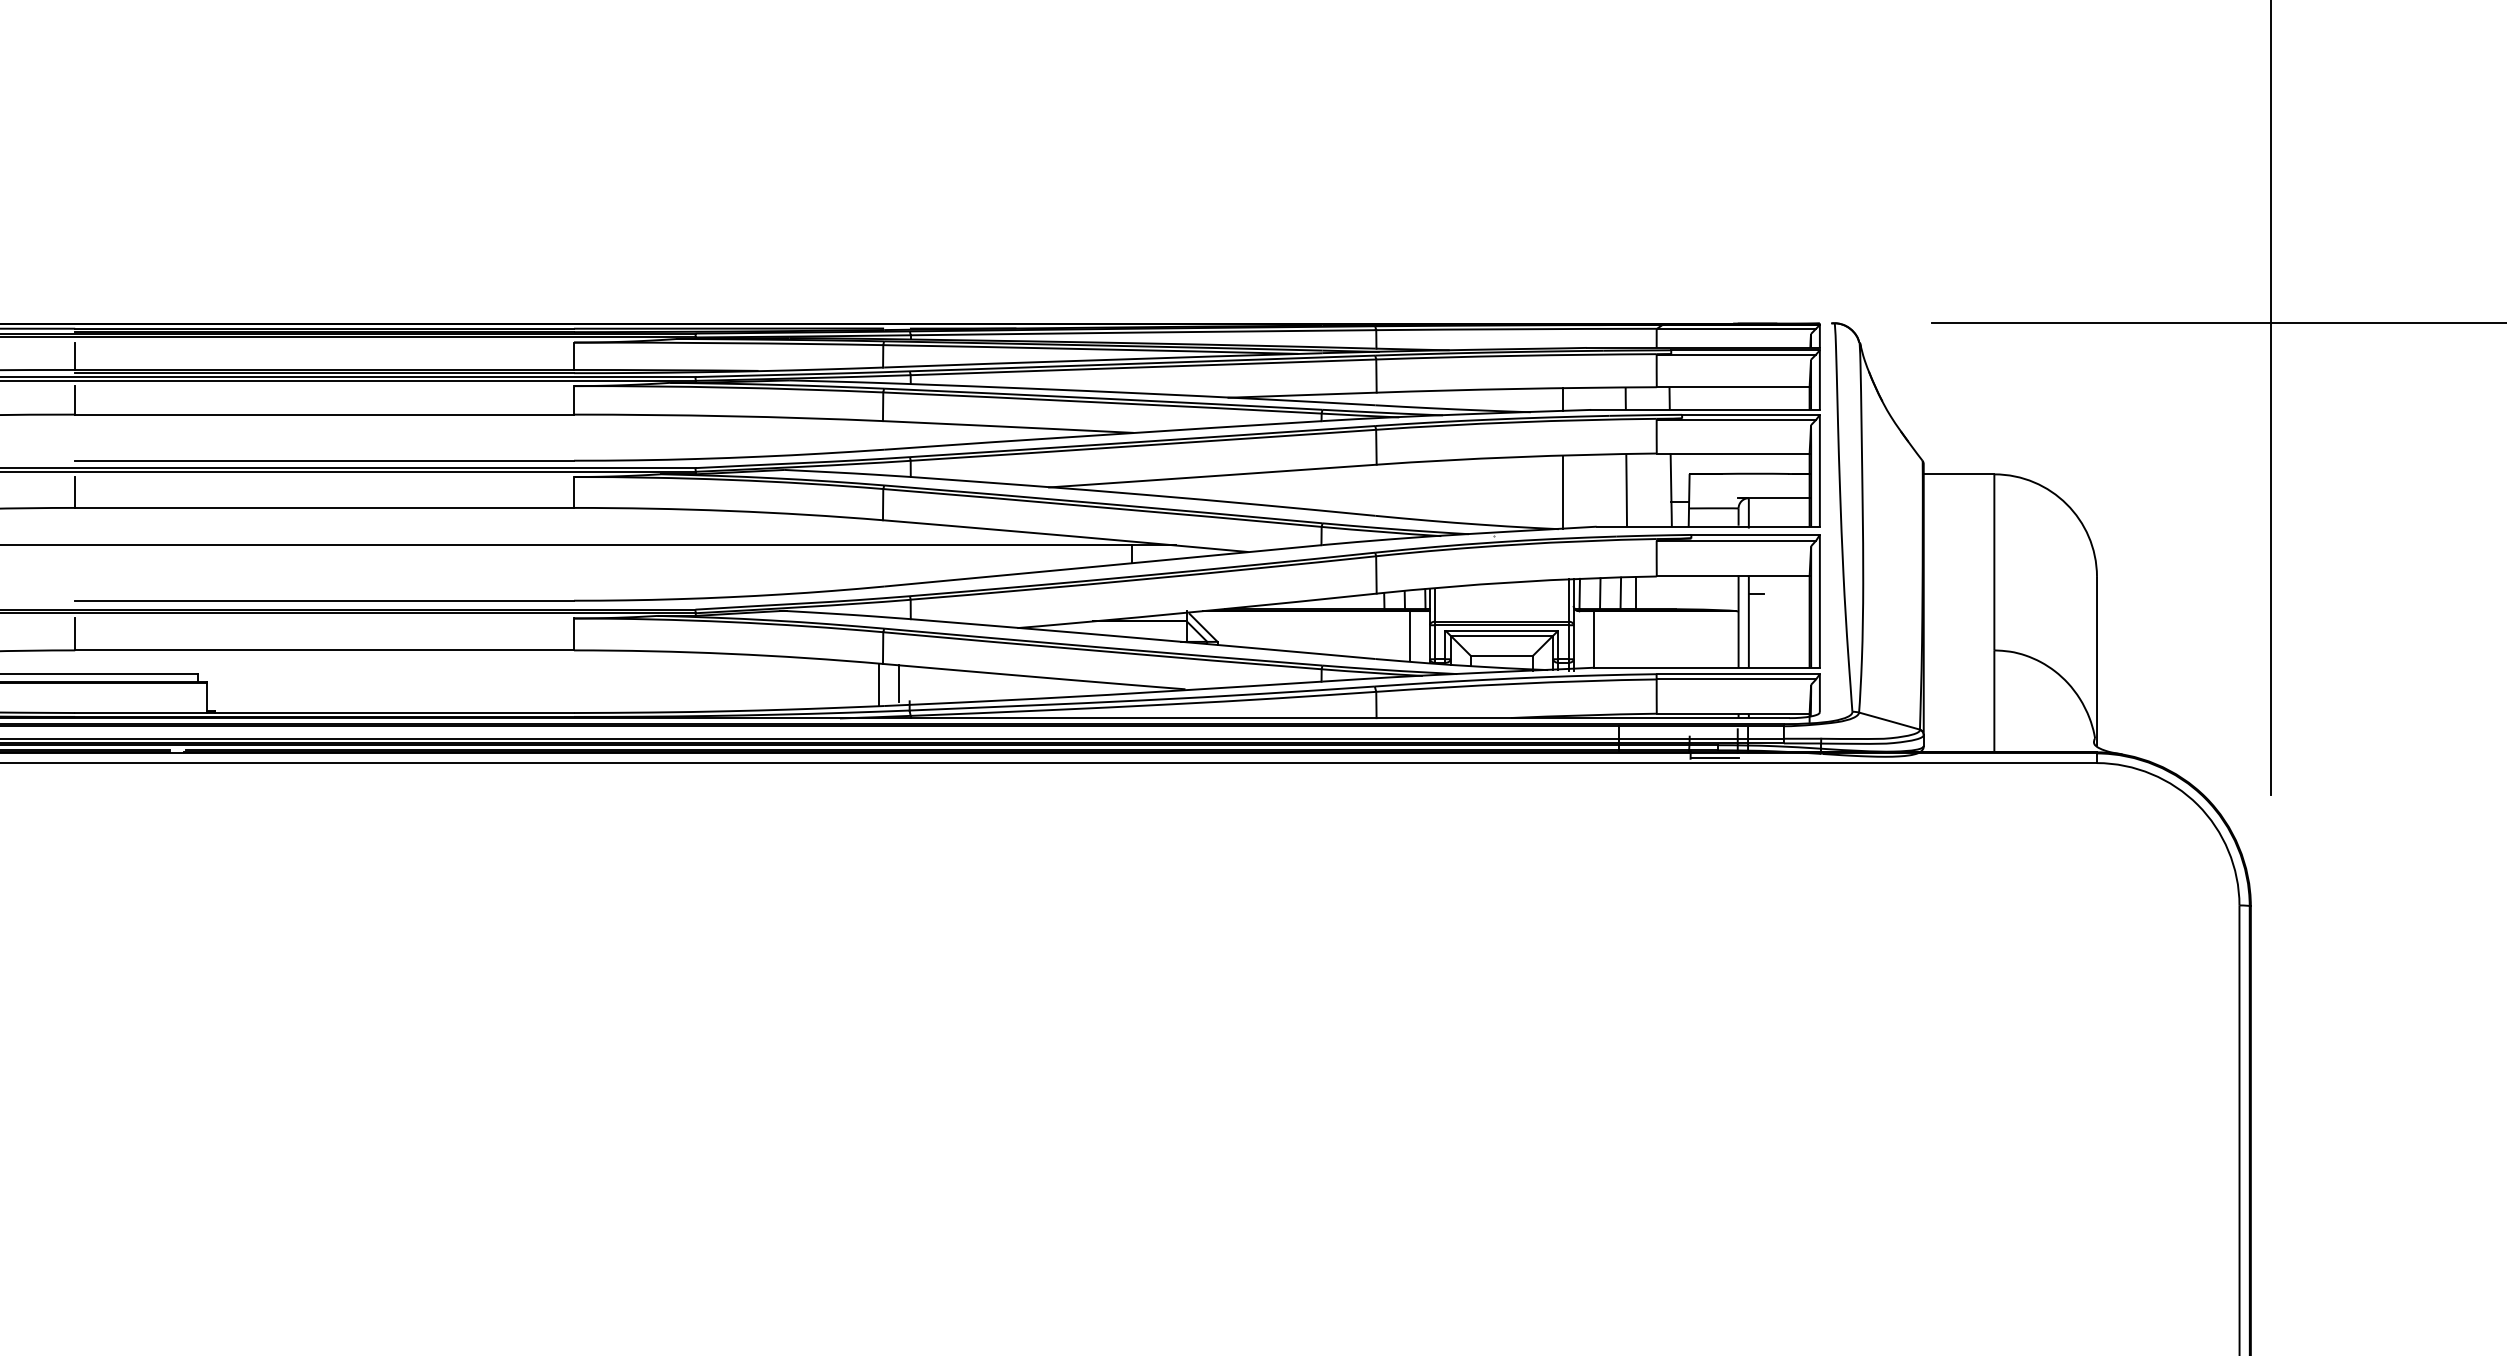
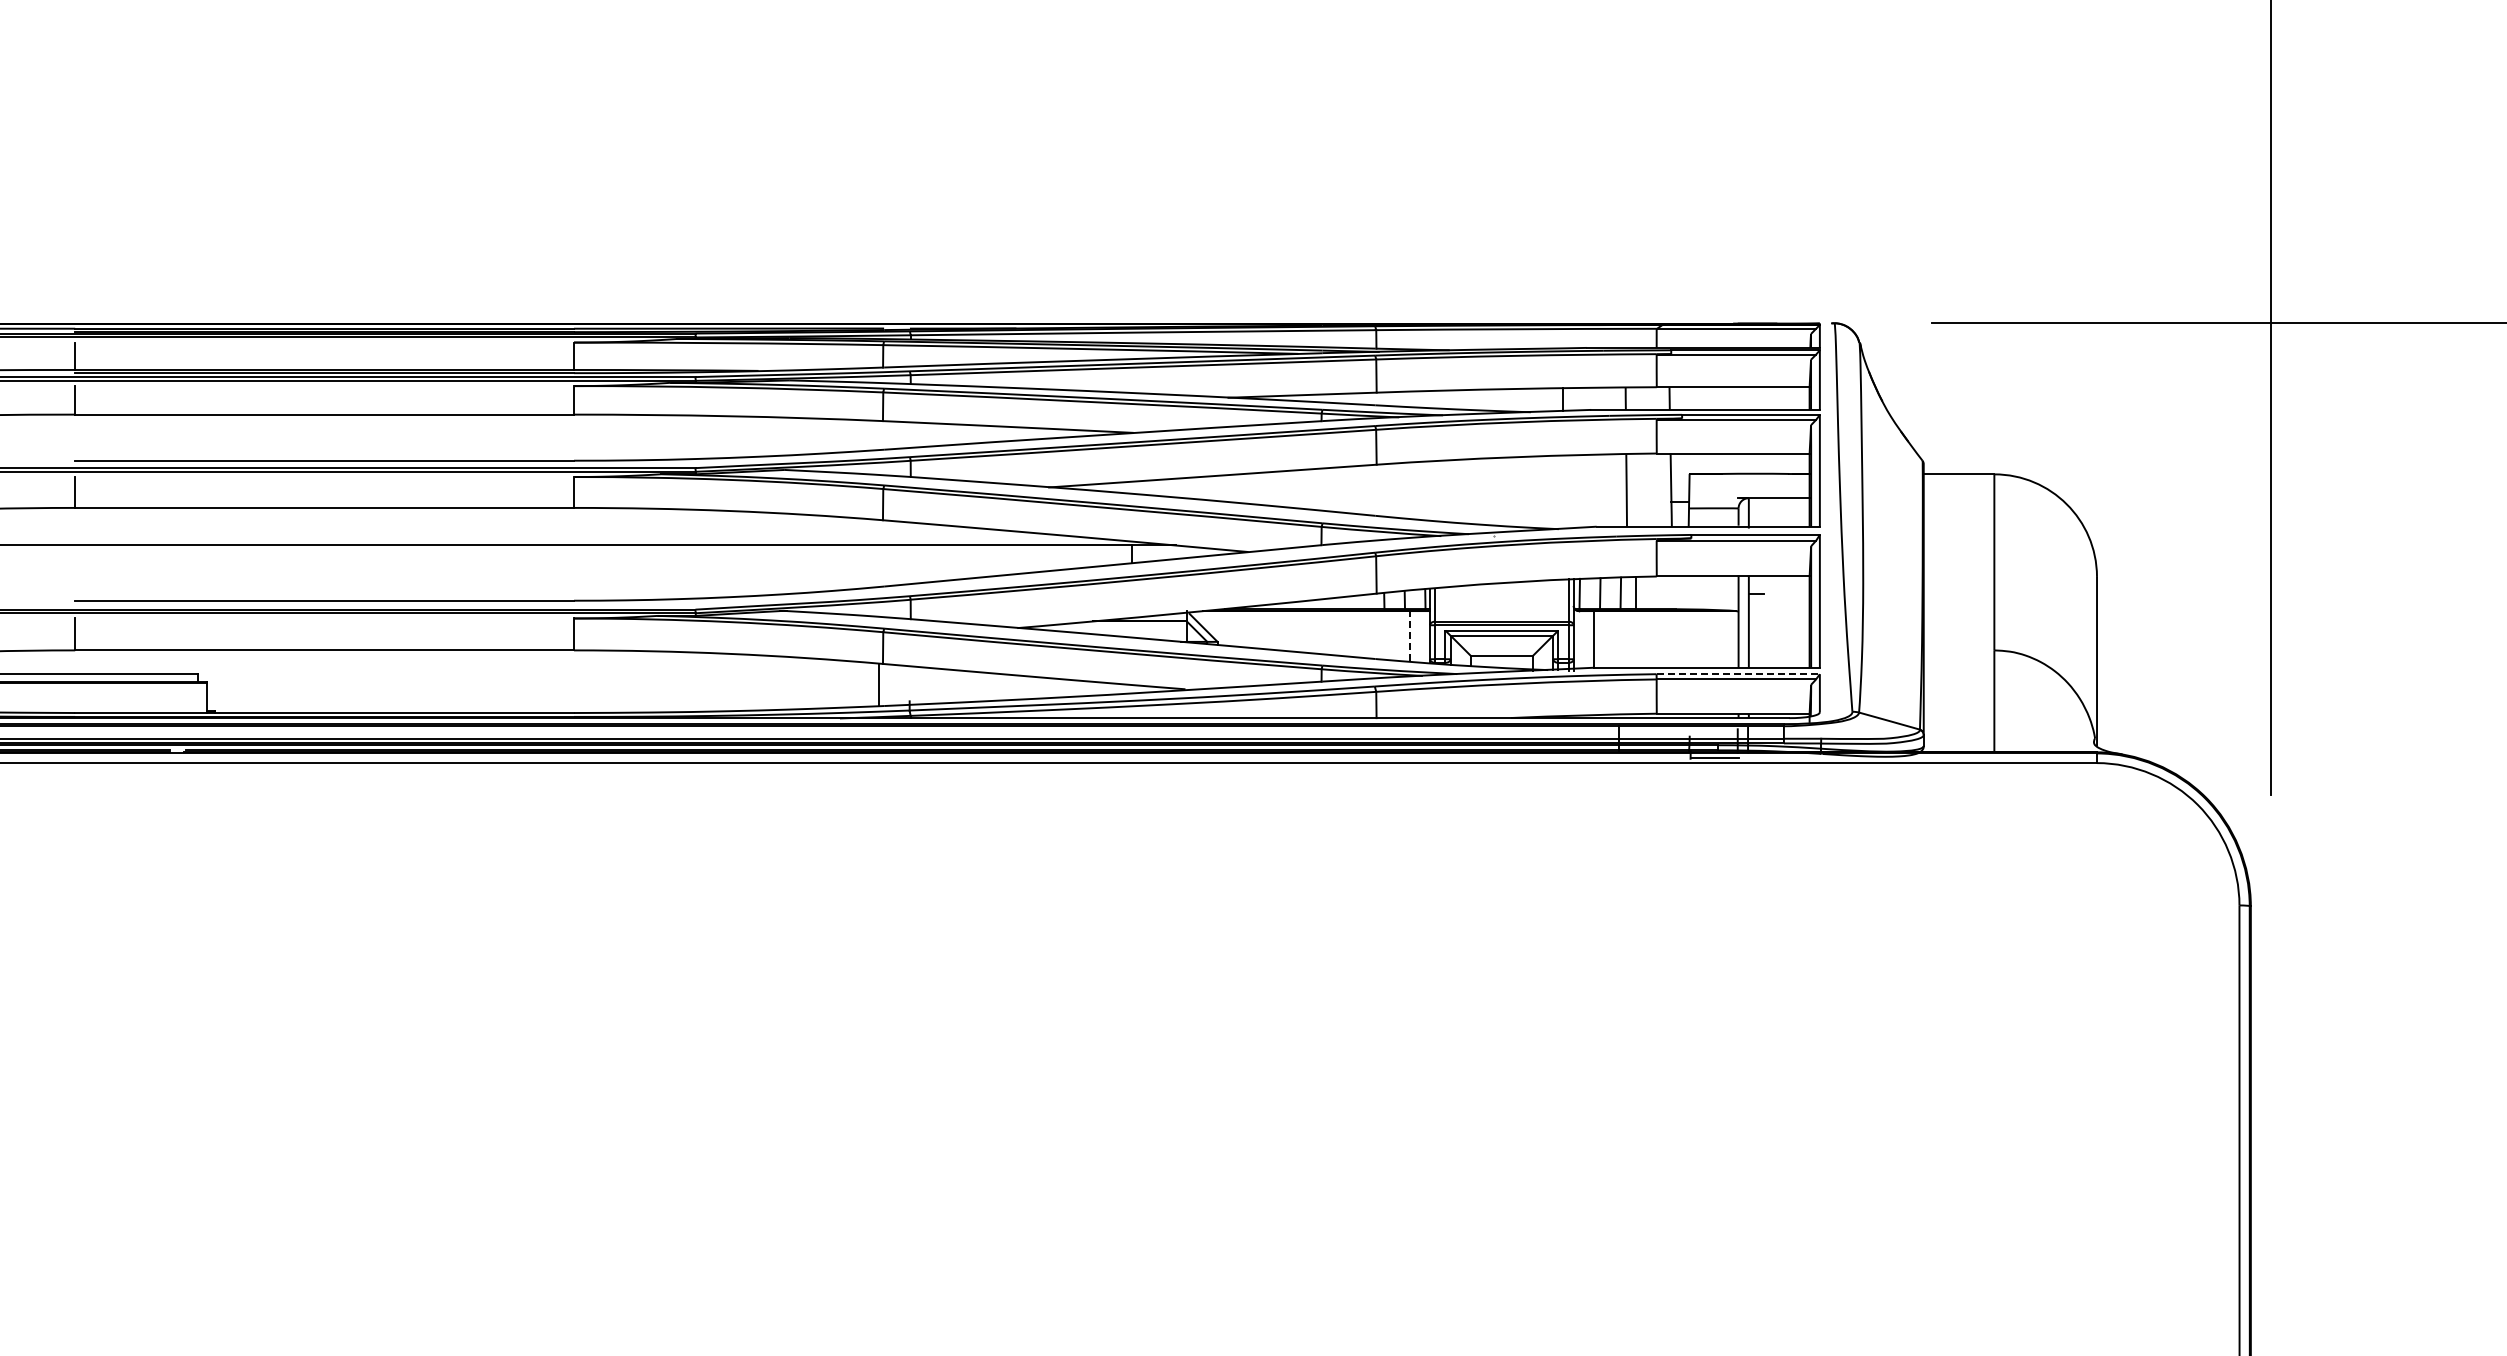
line at (1563, 491): present -> none
line at (1409, 635): solid -> dashed
line at (1738, 674): solid -> dashed
line at (899, 683): present -> none
